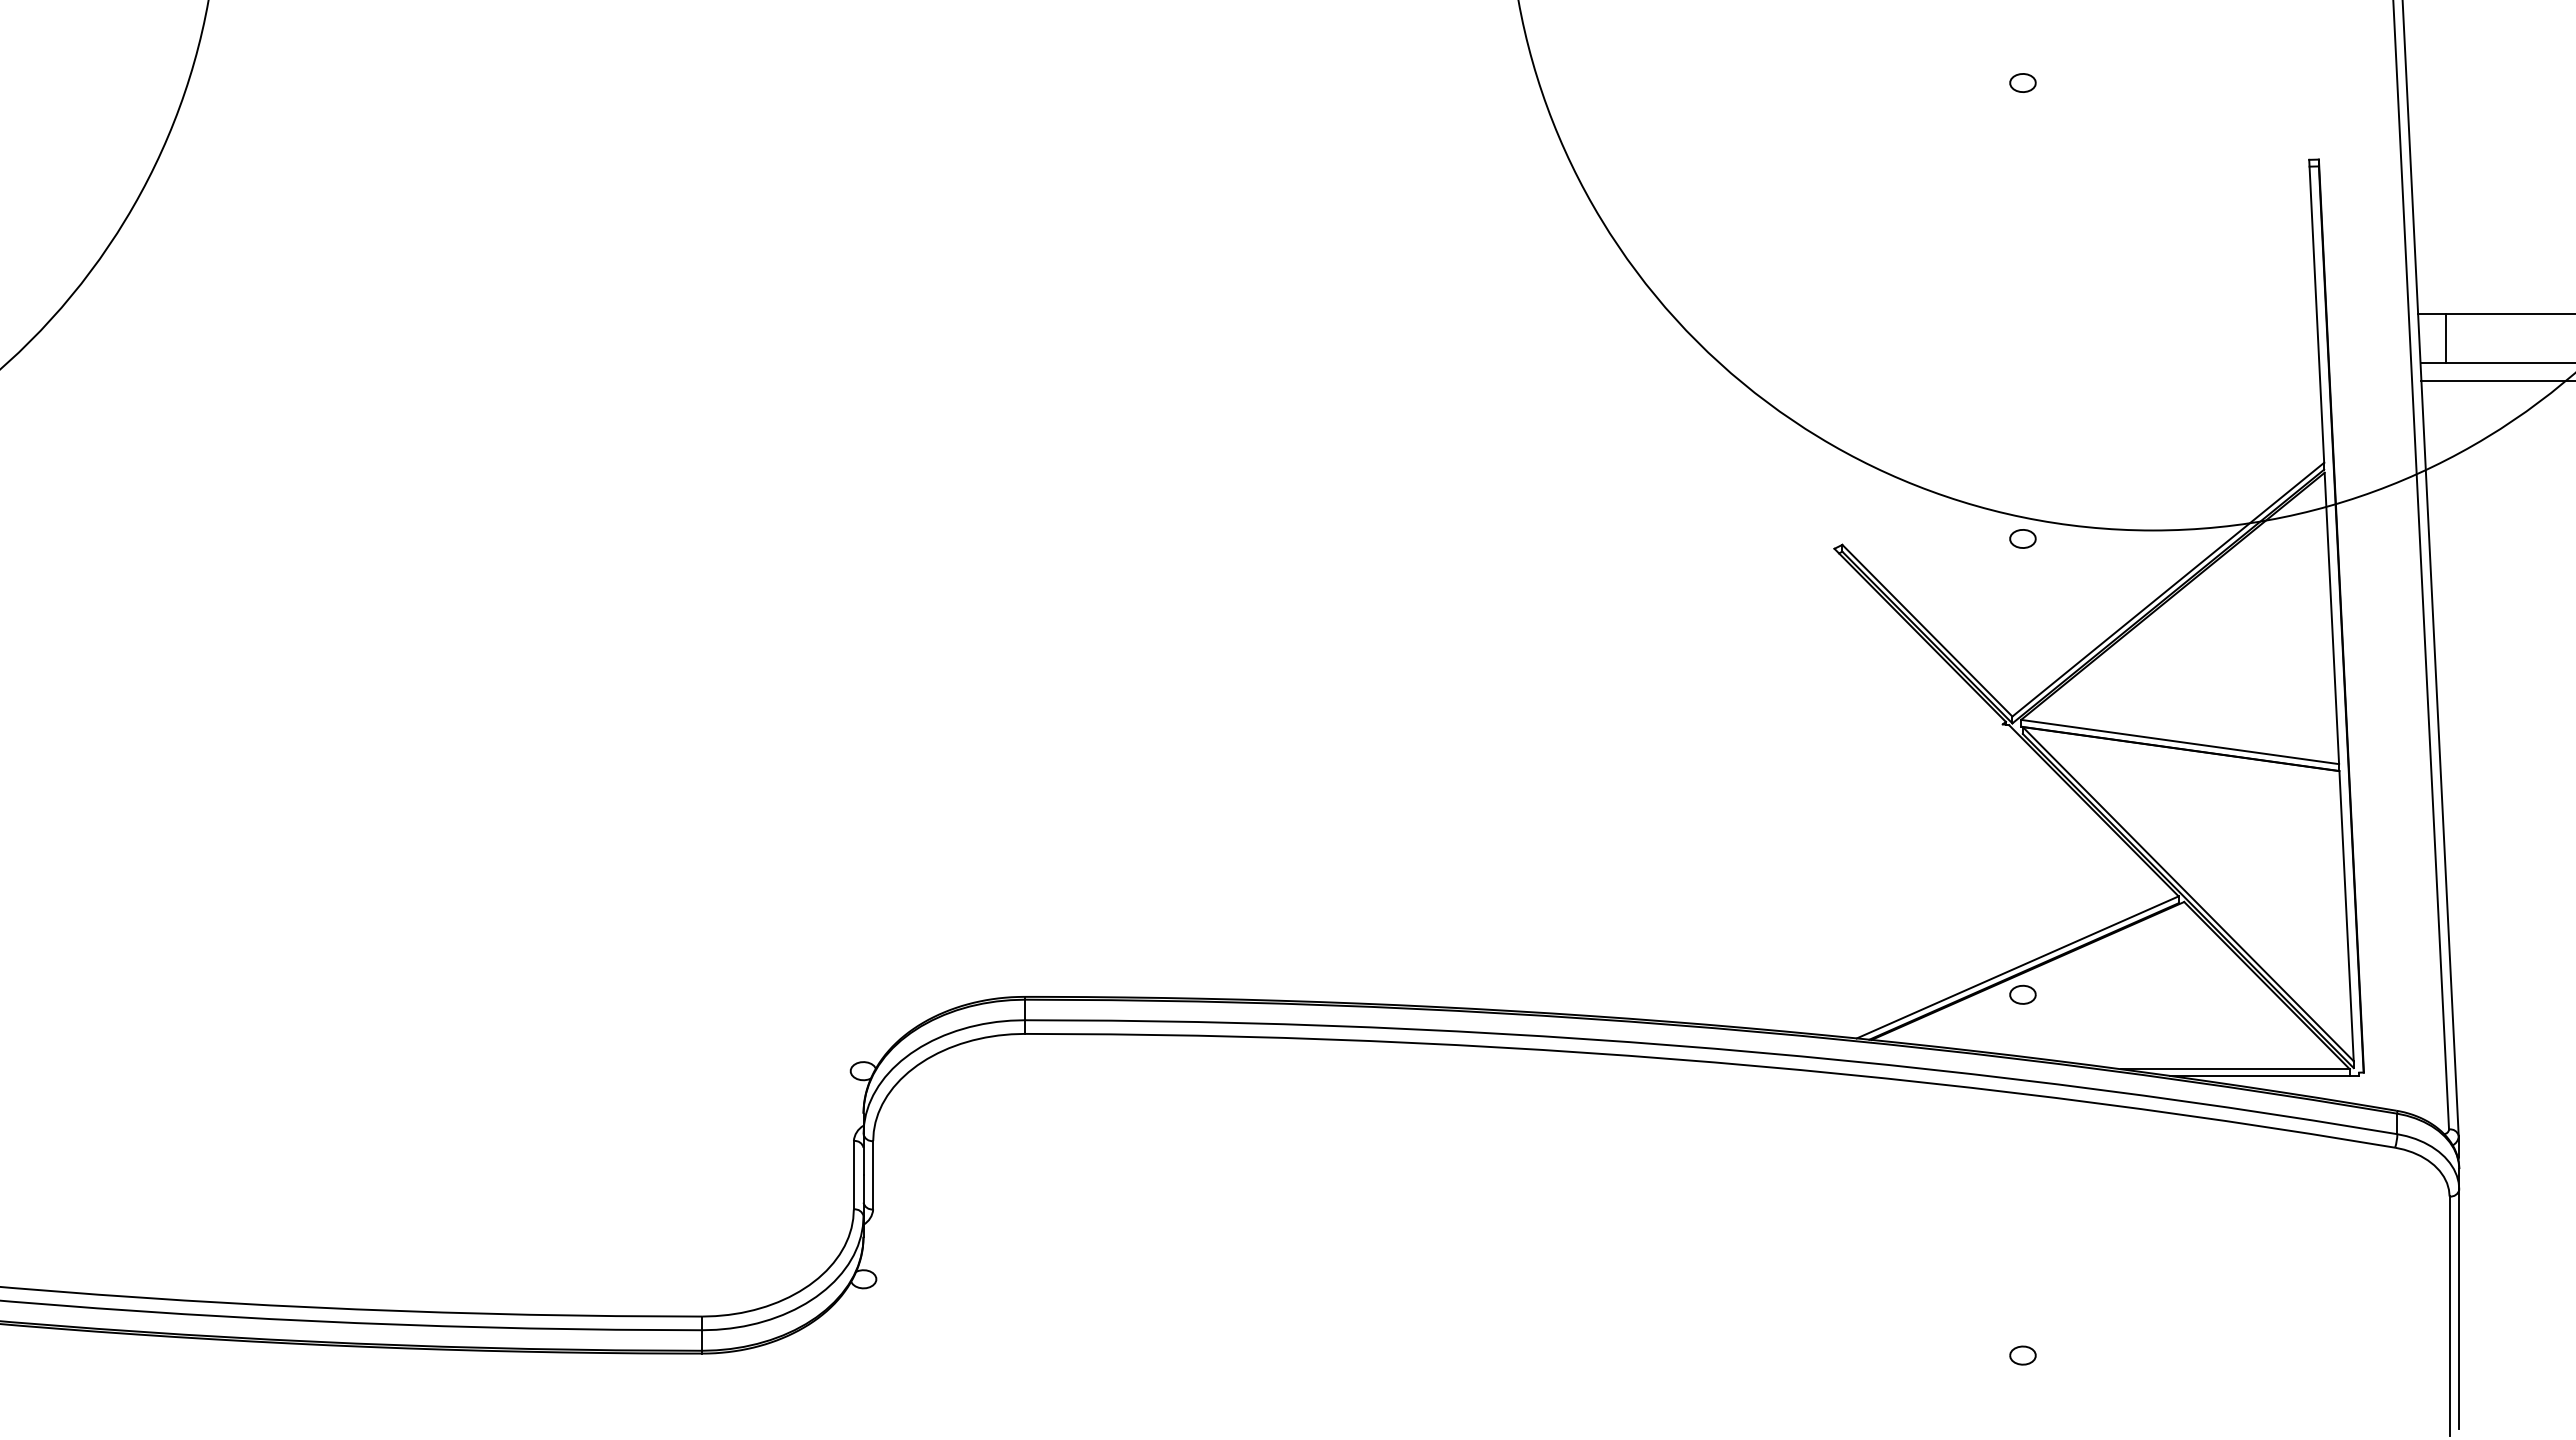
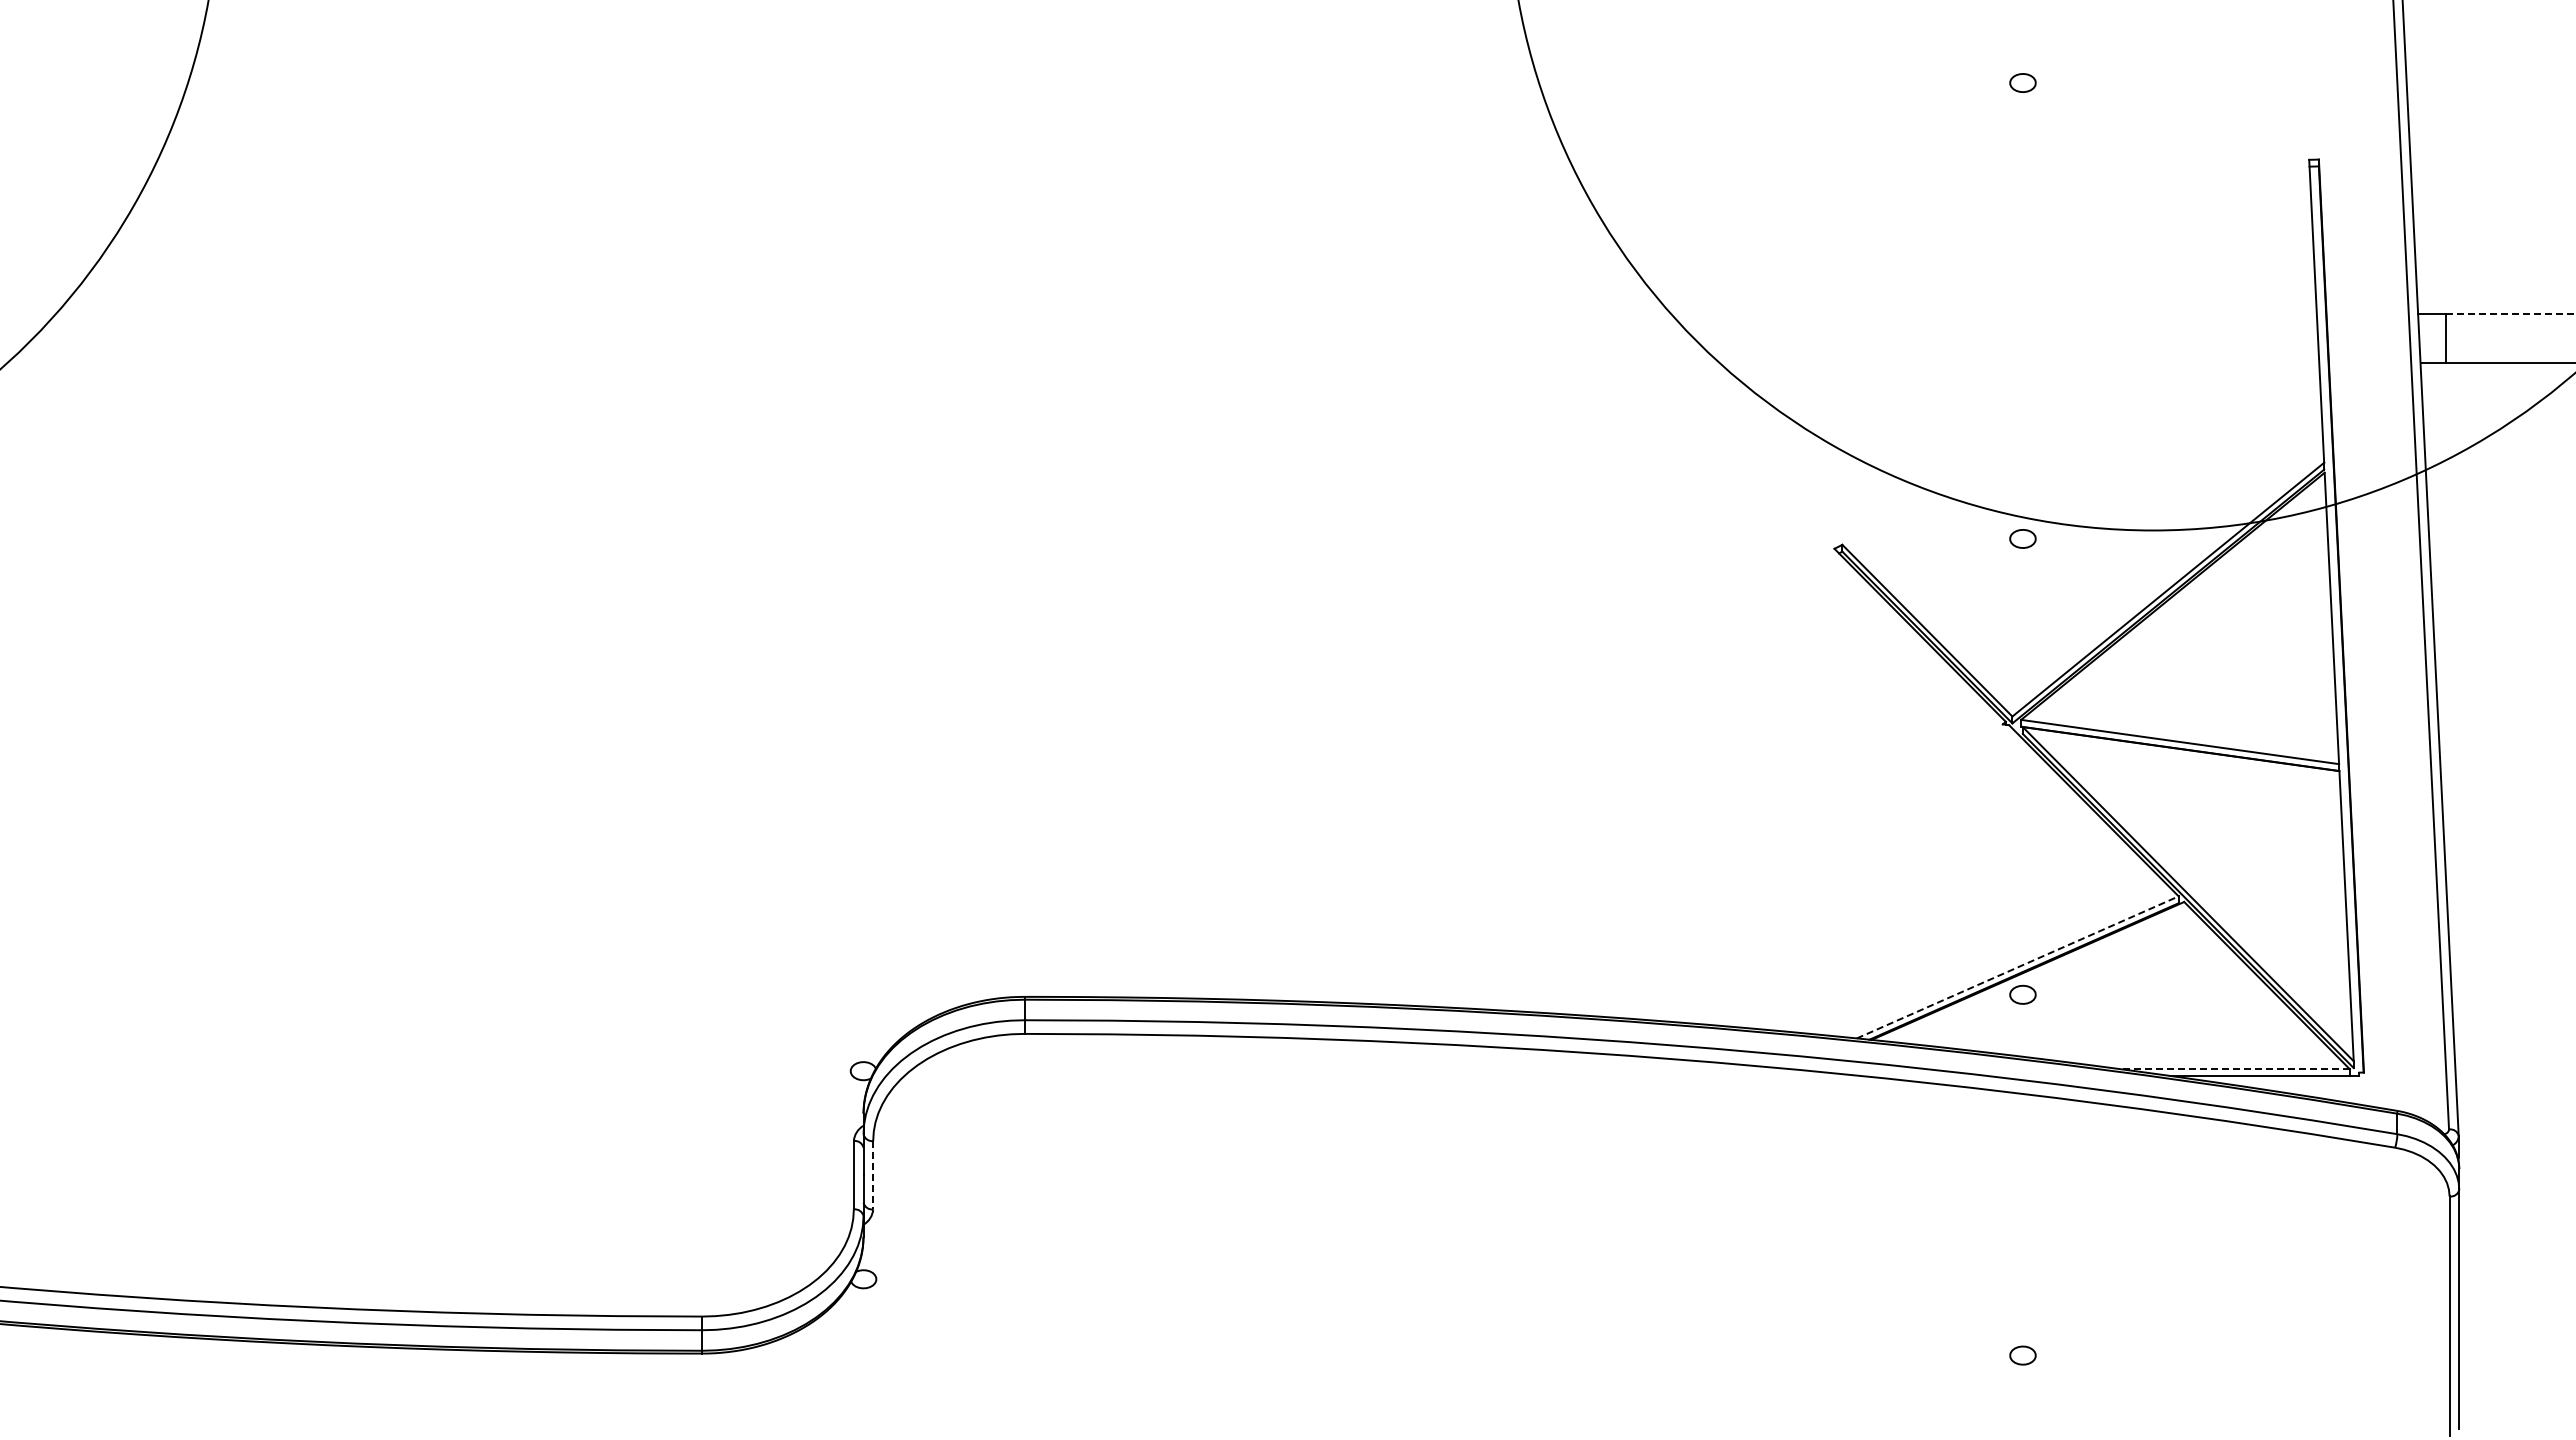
line at (2510, 314): solid -> dashed
line at (2496, 380): present -> none
line at (2017, 967): solid -> dashed
line at (2235, 1069): solid -> dashed
line at (873, 1175): solid -> dashed
